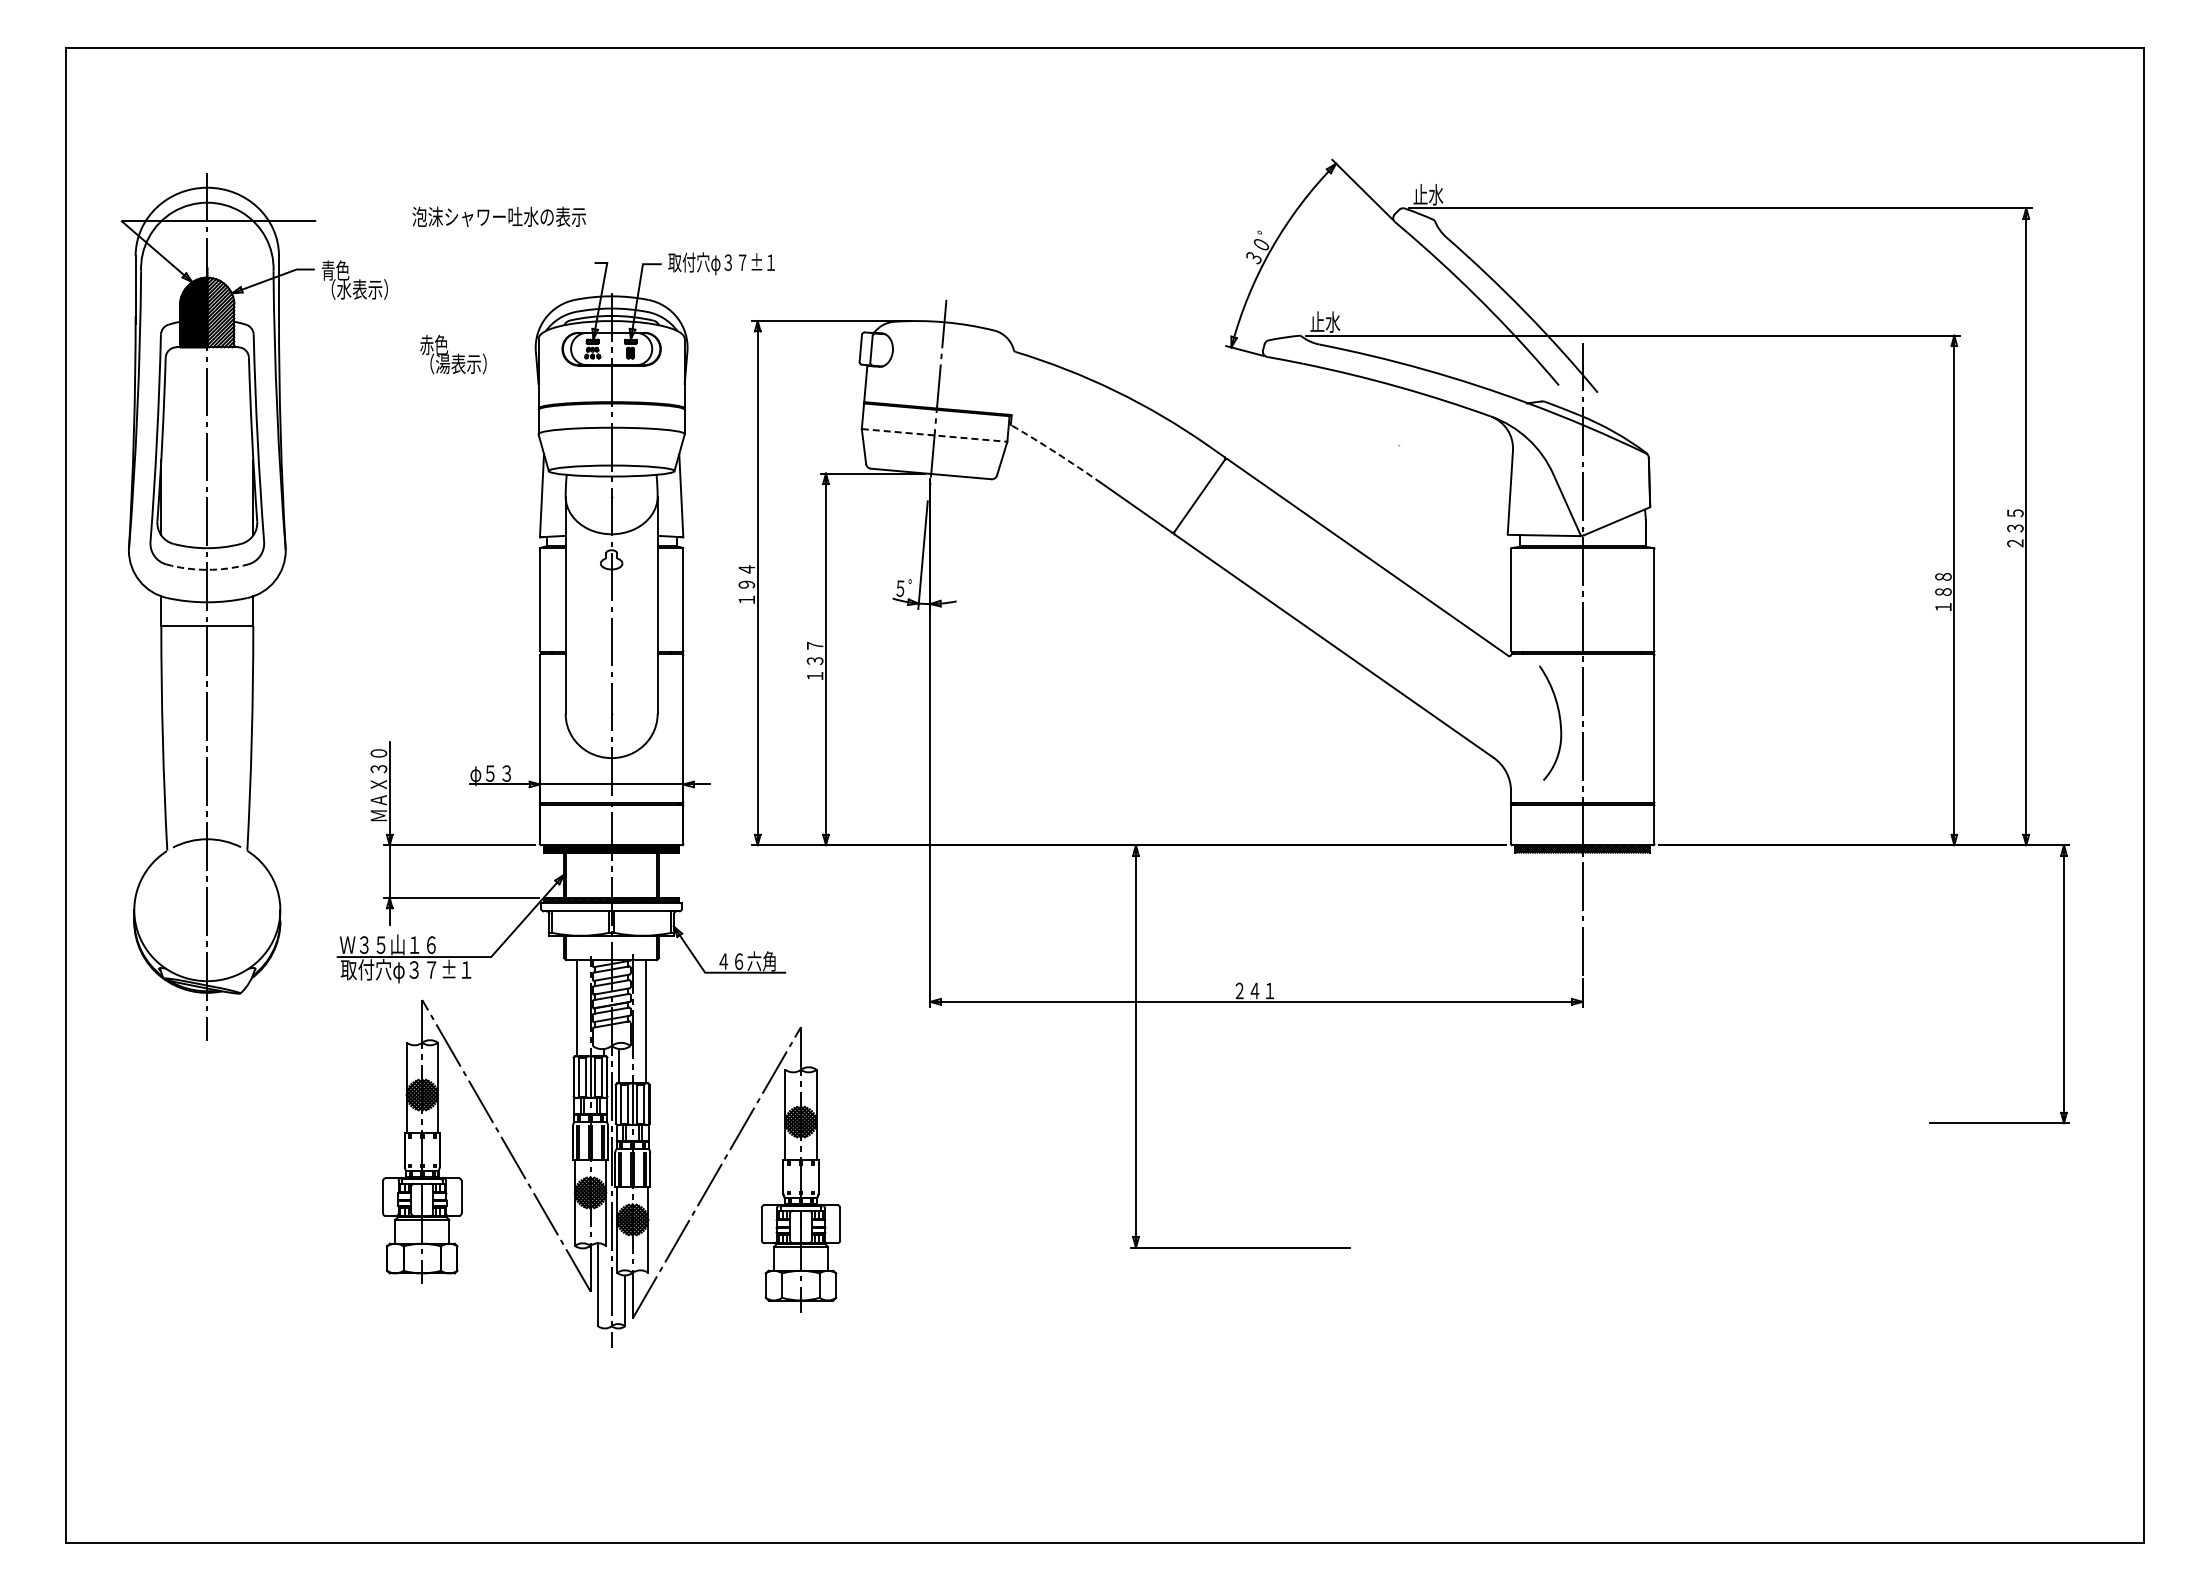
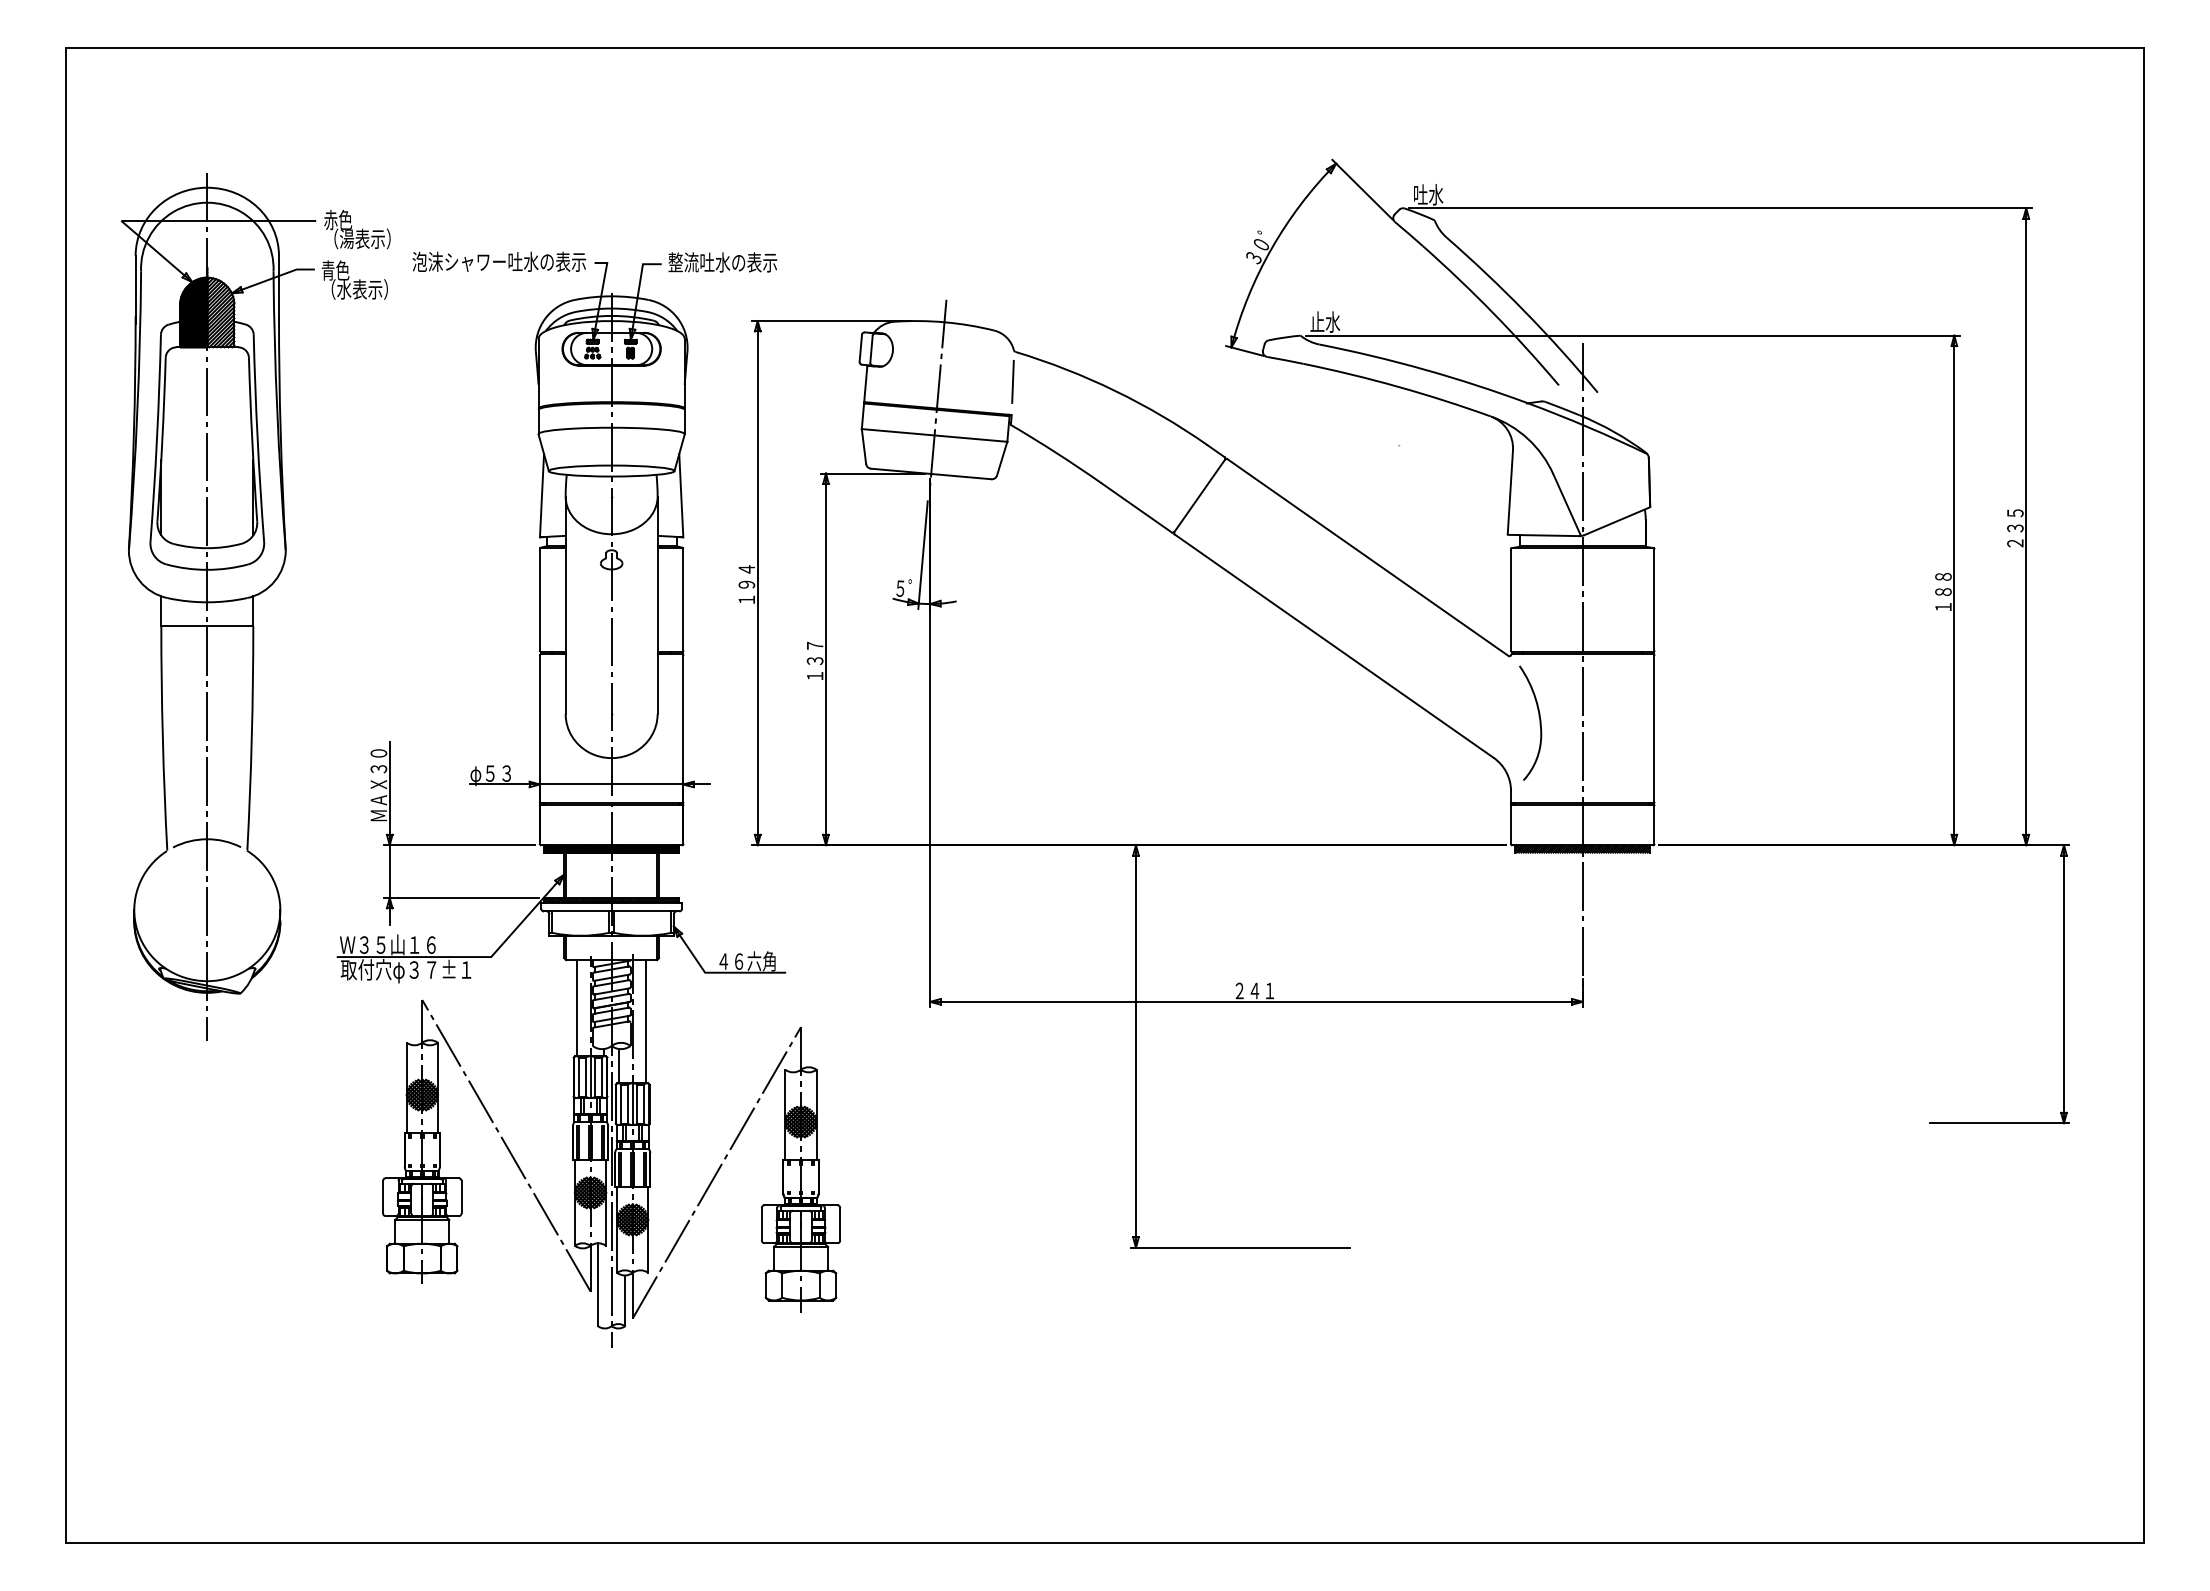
text at (1420, 194): 止水 -> 吐水
text at (499, 216) position: (499, 216) -> (499, 261)
text at (722, 263): 取付穴φ３７±１ -> 整流吐水の表示
text at (453, 354) position: (453, 354) -> (357, 229)
line at (1012, 381): none -> present
line at (935, 435): dashed -> solid
arc at (1056, 453): dashed -> solid
arc at (207, 569): dashed -> solid
part at (1559, 722) position: (1559, 722) -> (1539, 722)
